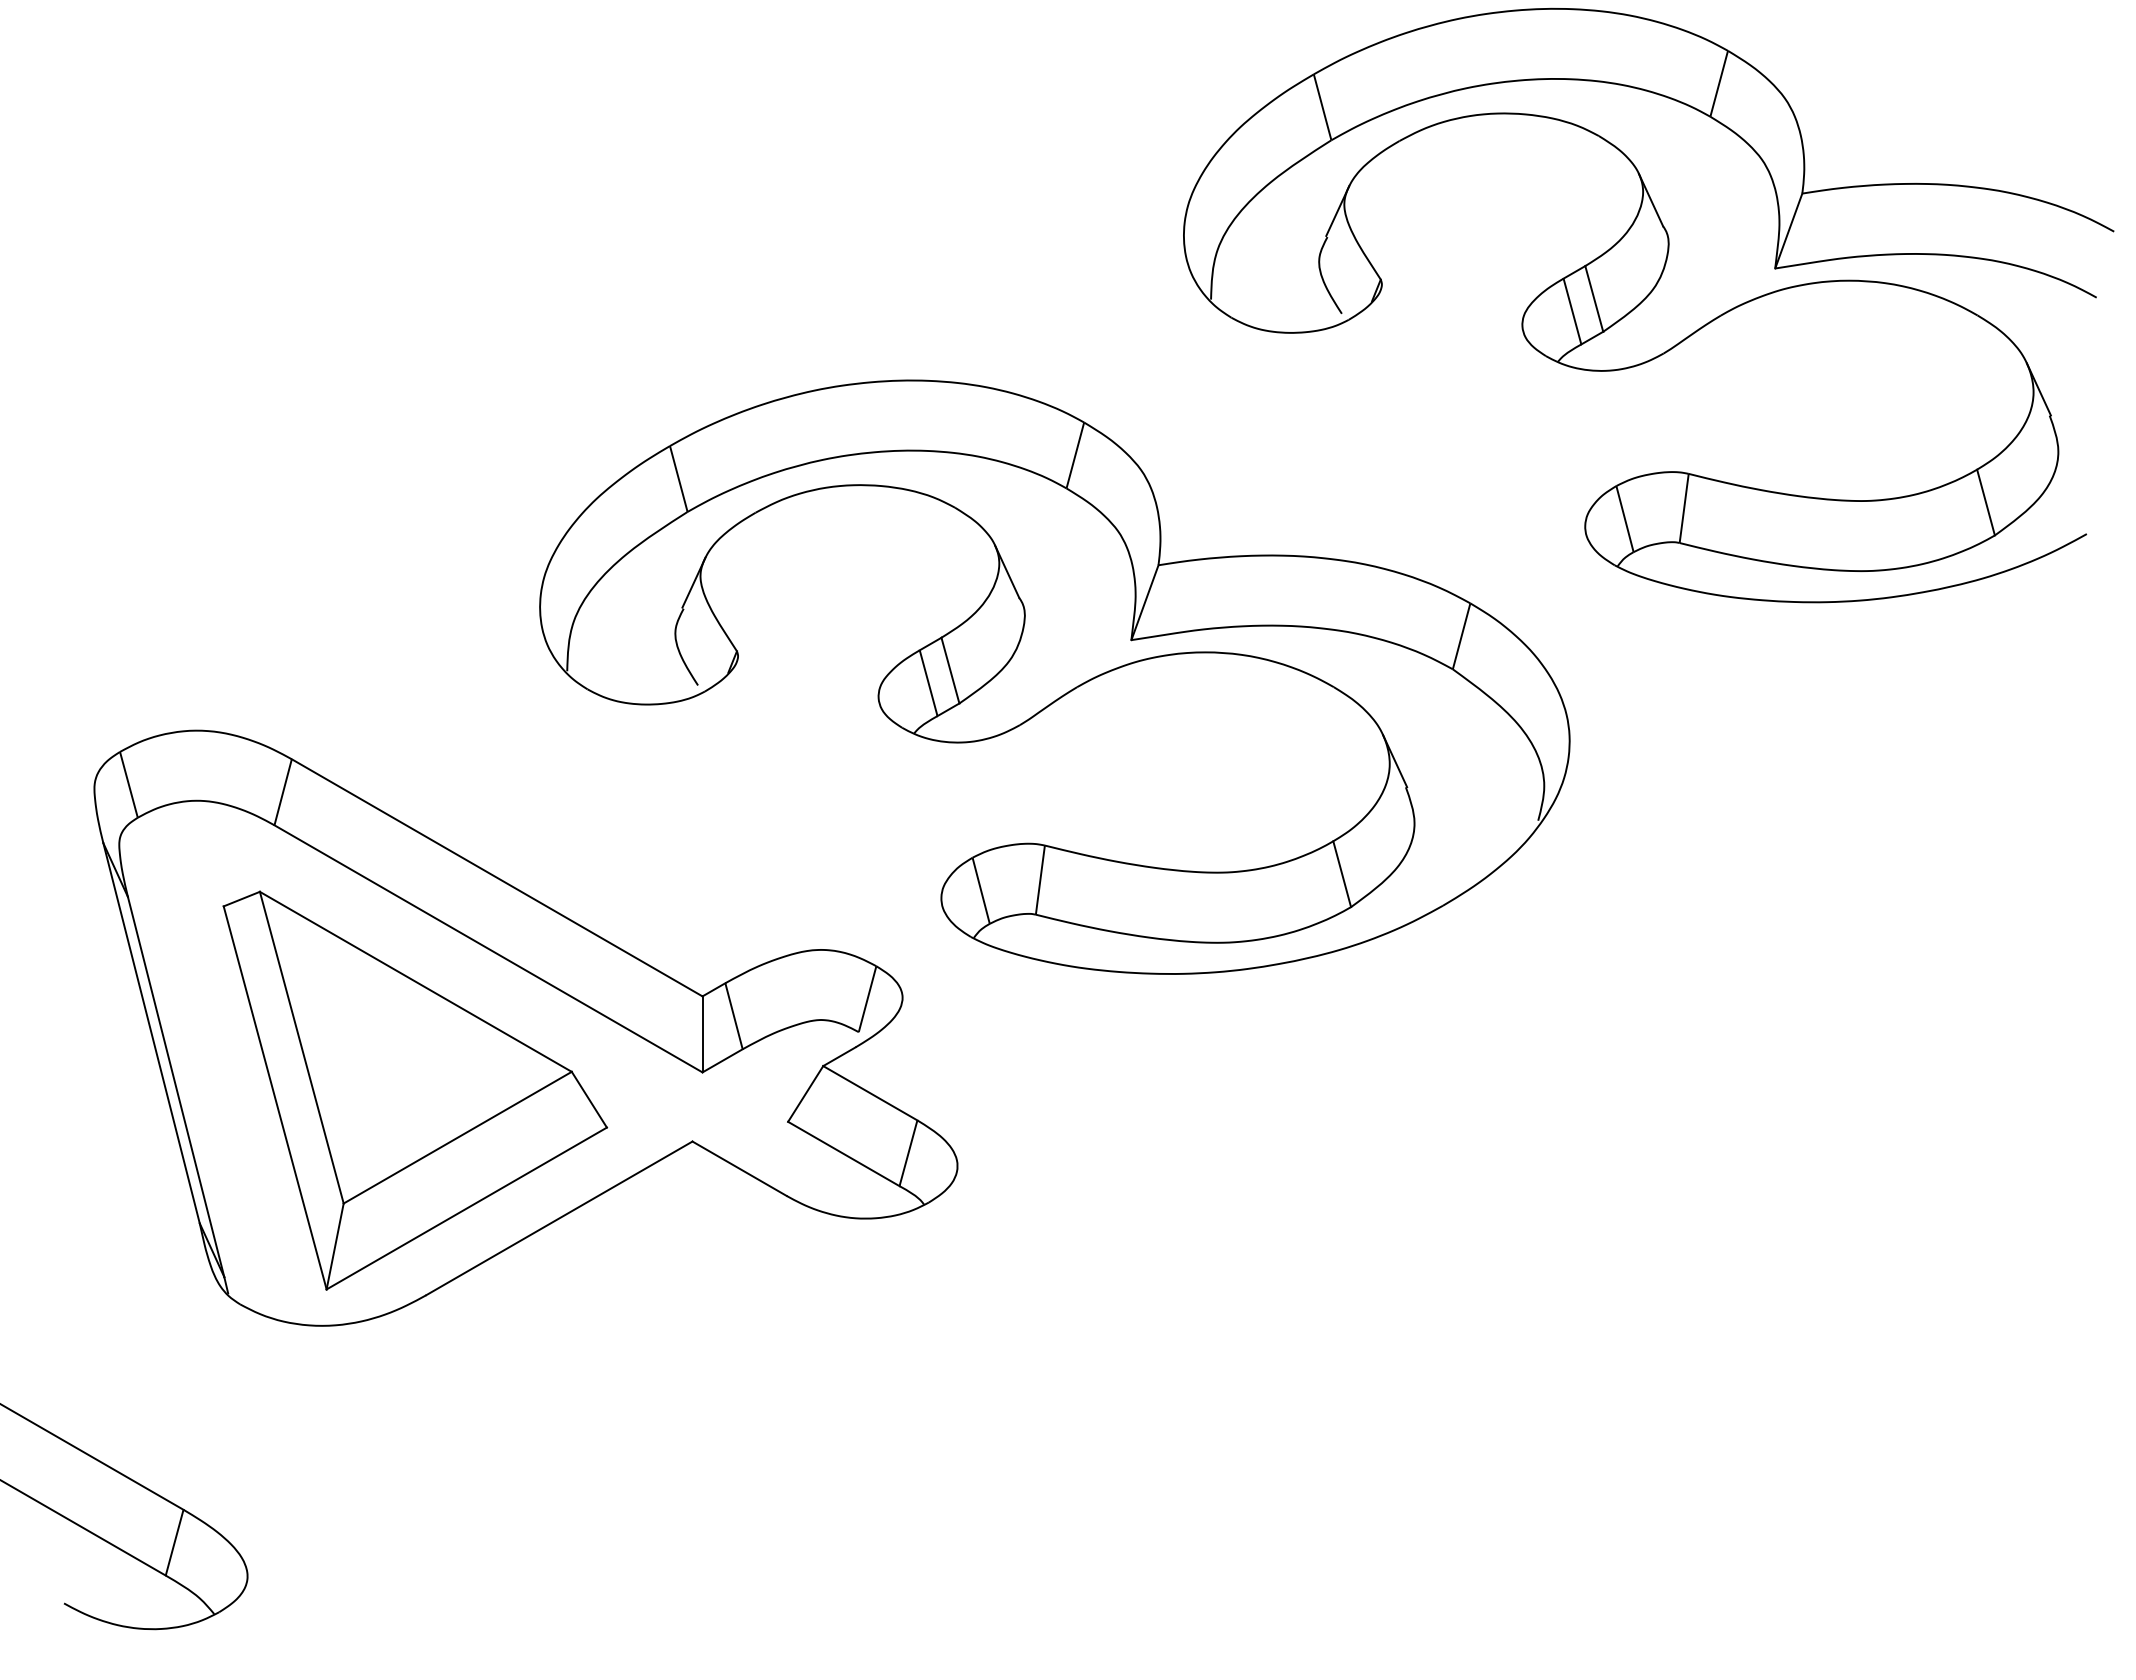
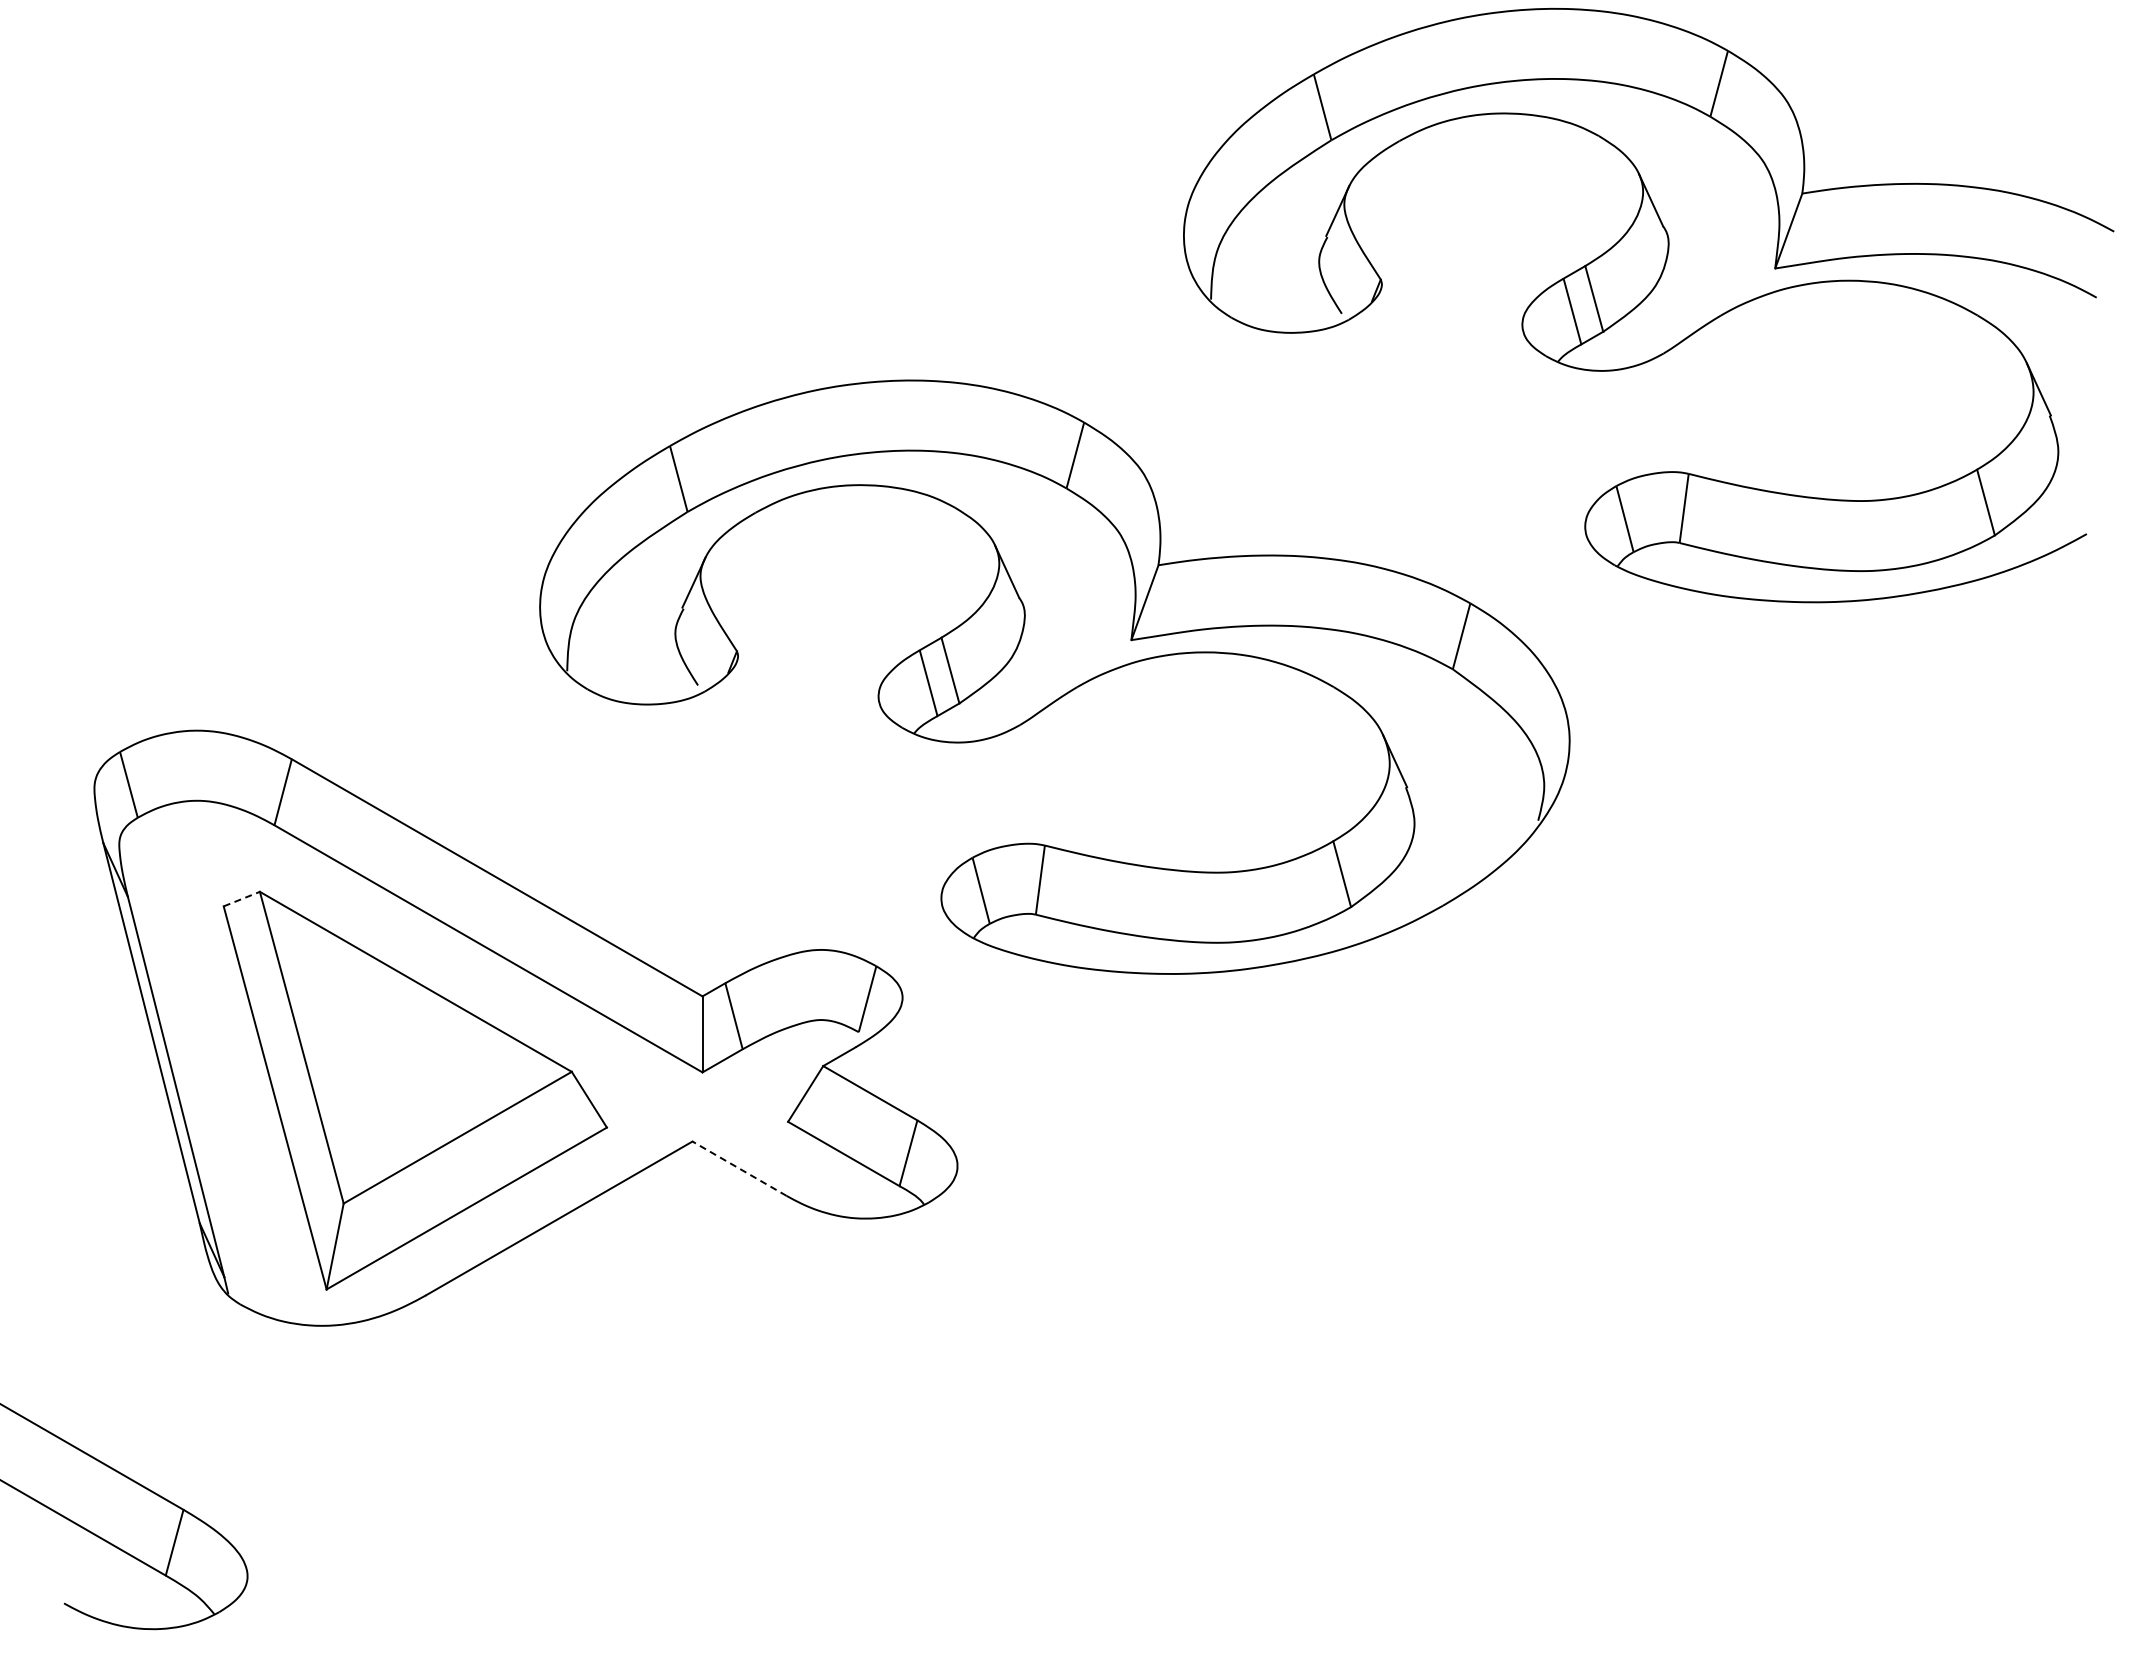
line at (241, 899): solid -> dashed
line at (739, 1168): solid -> dashed
